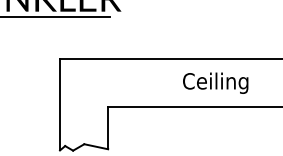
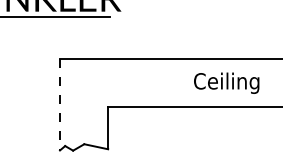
text at (215, 82) position: (215, 82) -> (226, 82)
line at (60, 104): solid -> dashed
